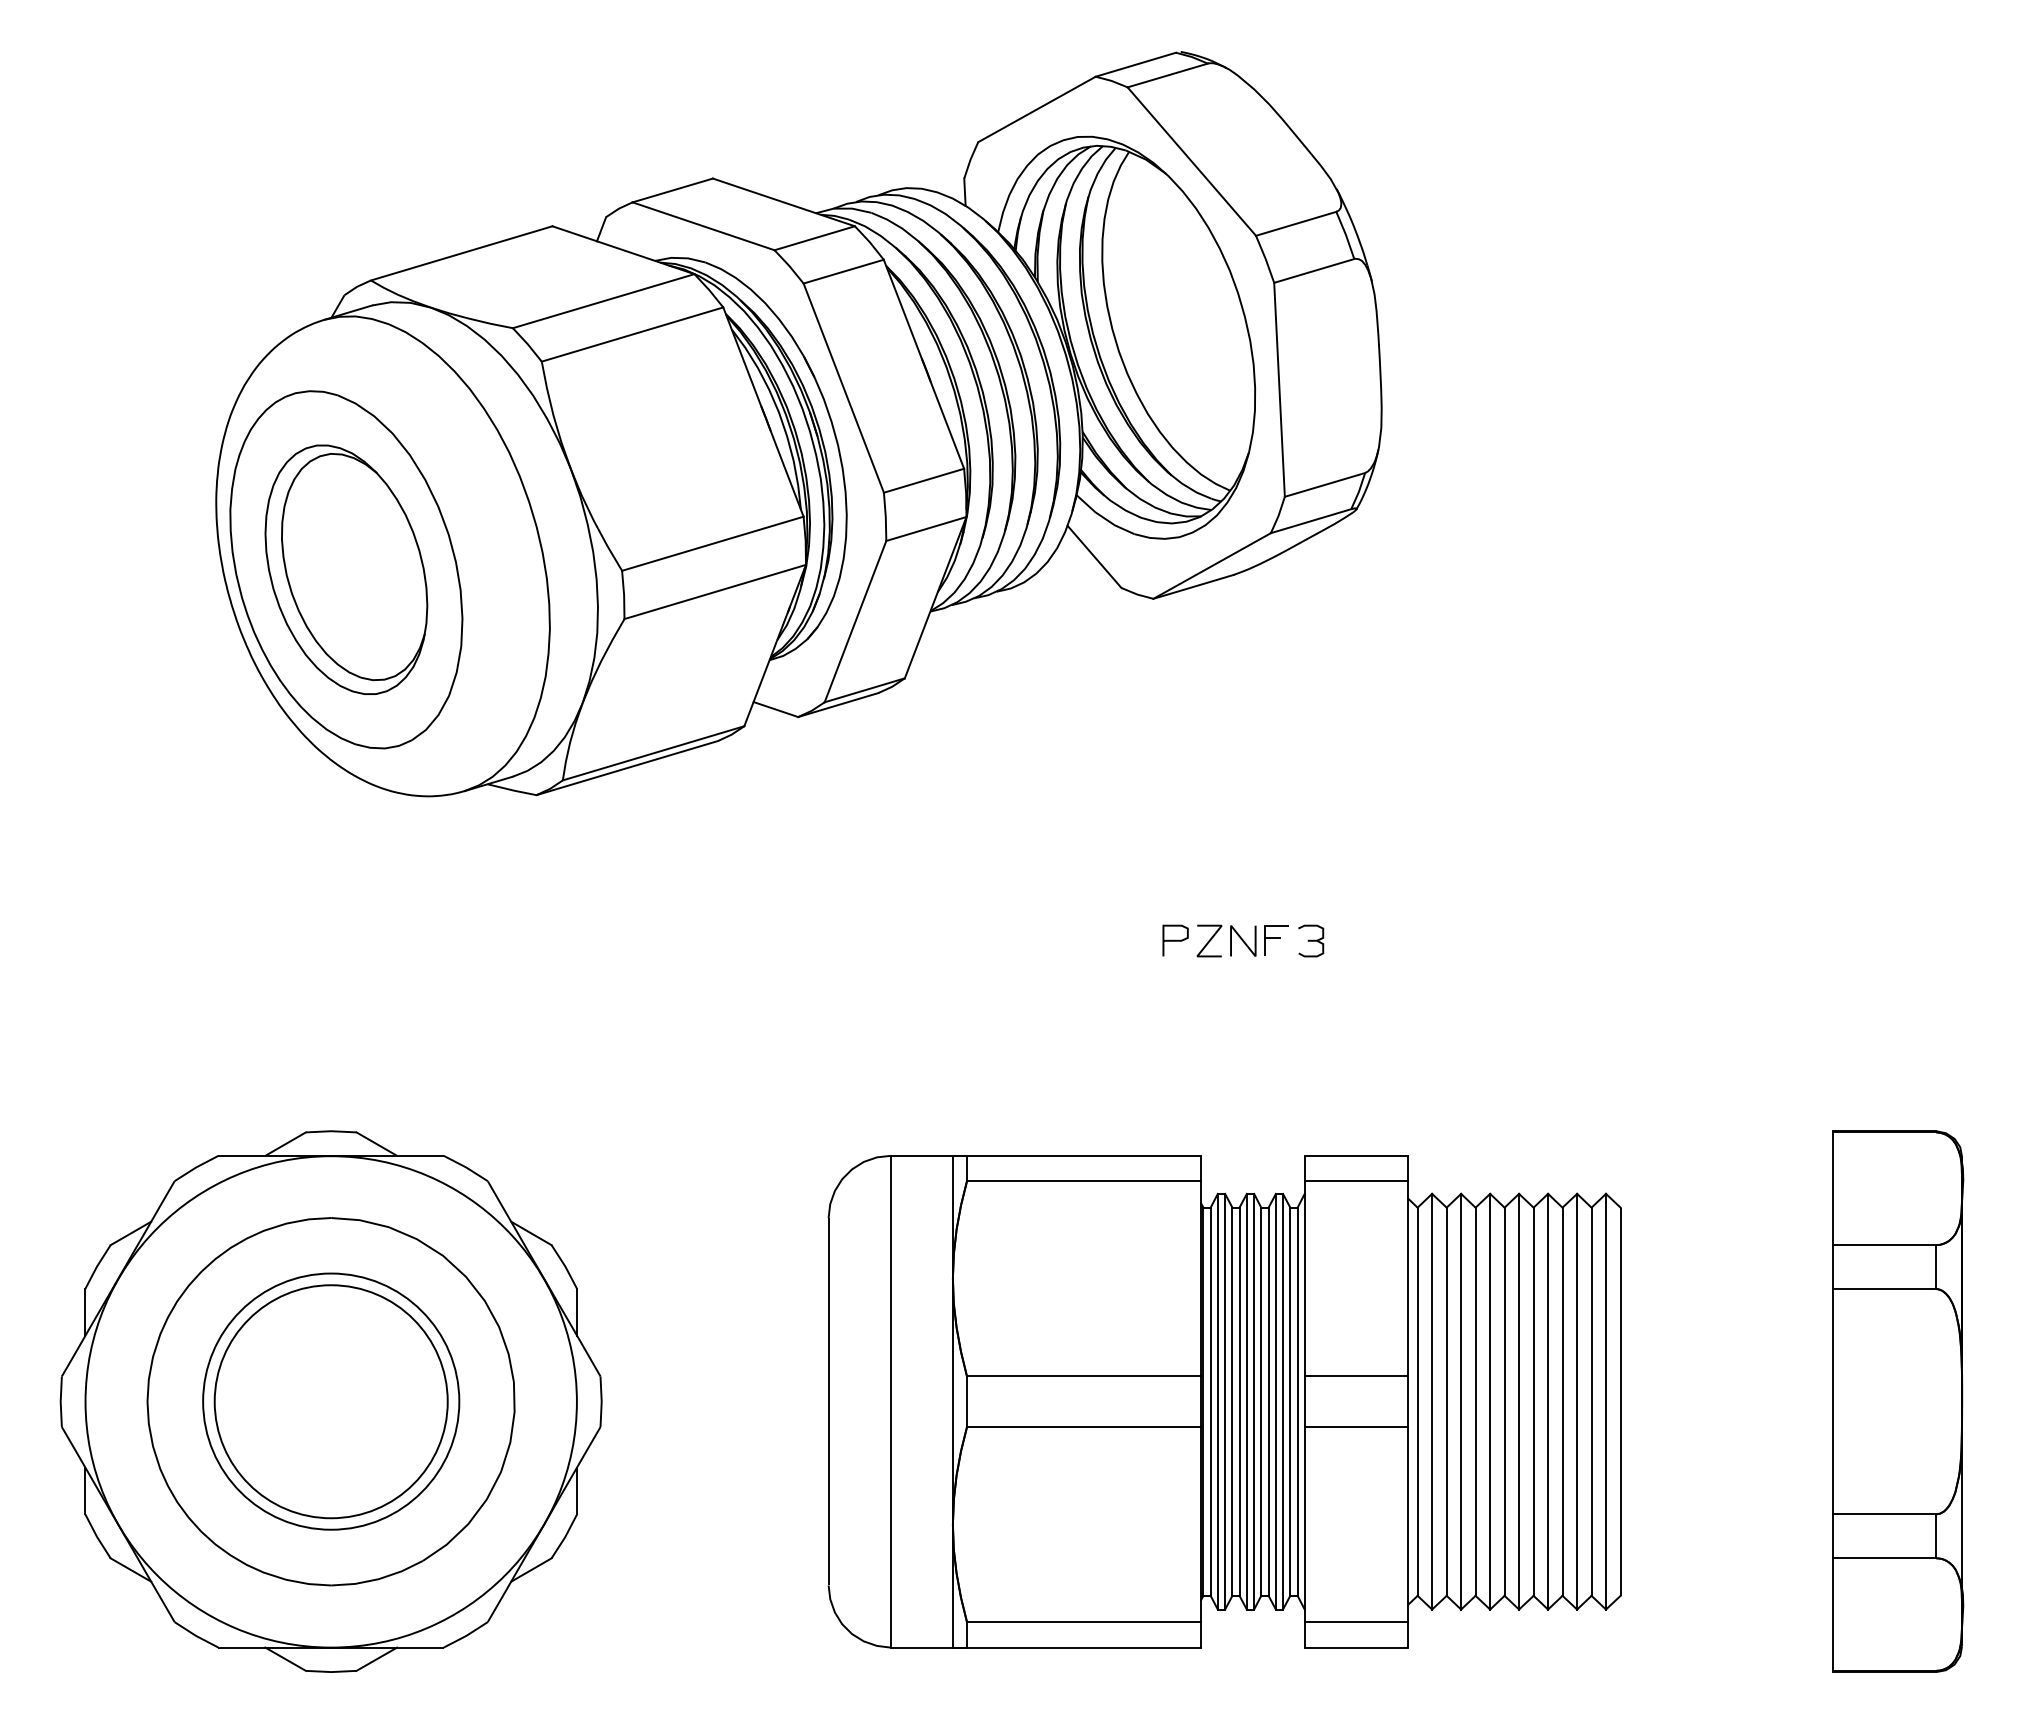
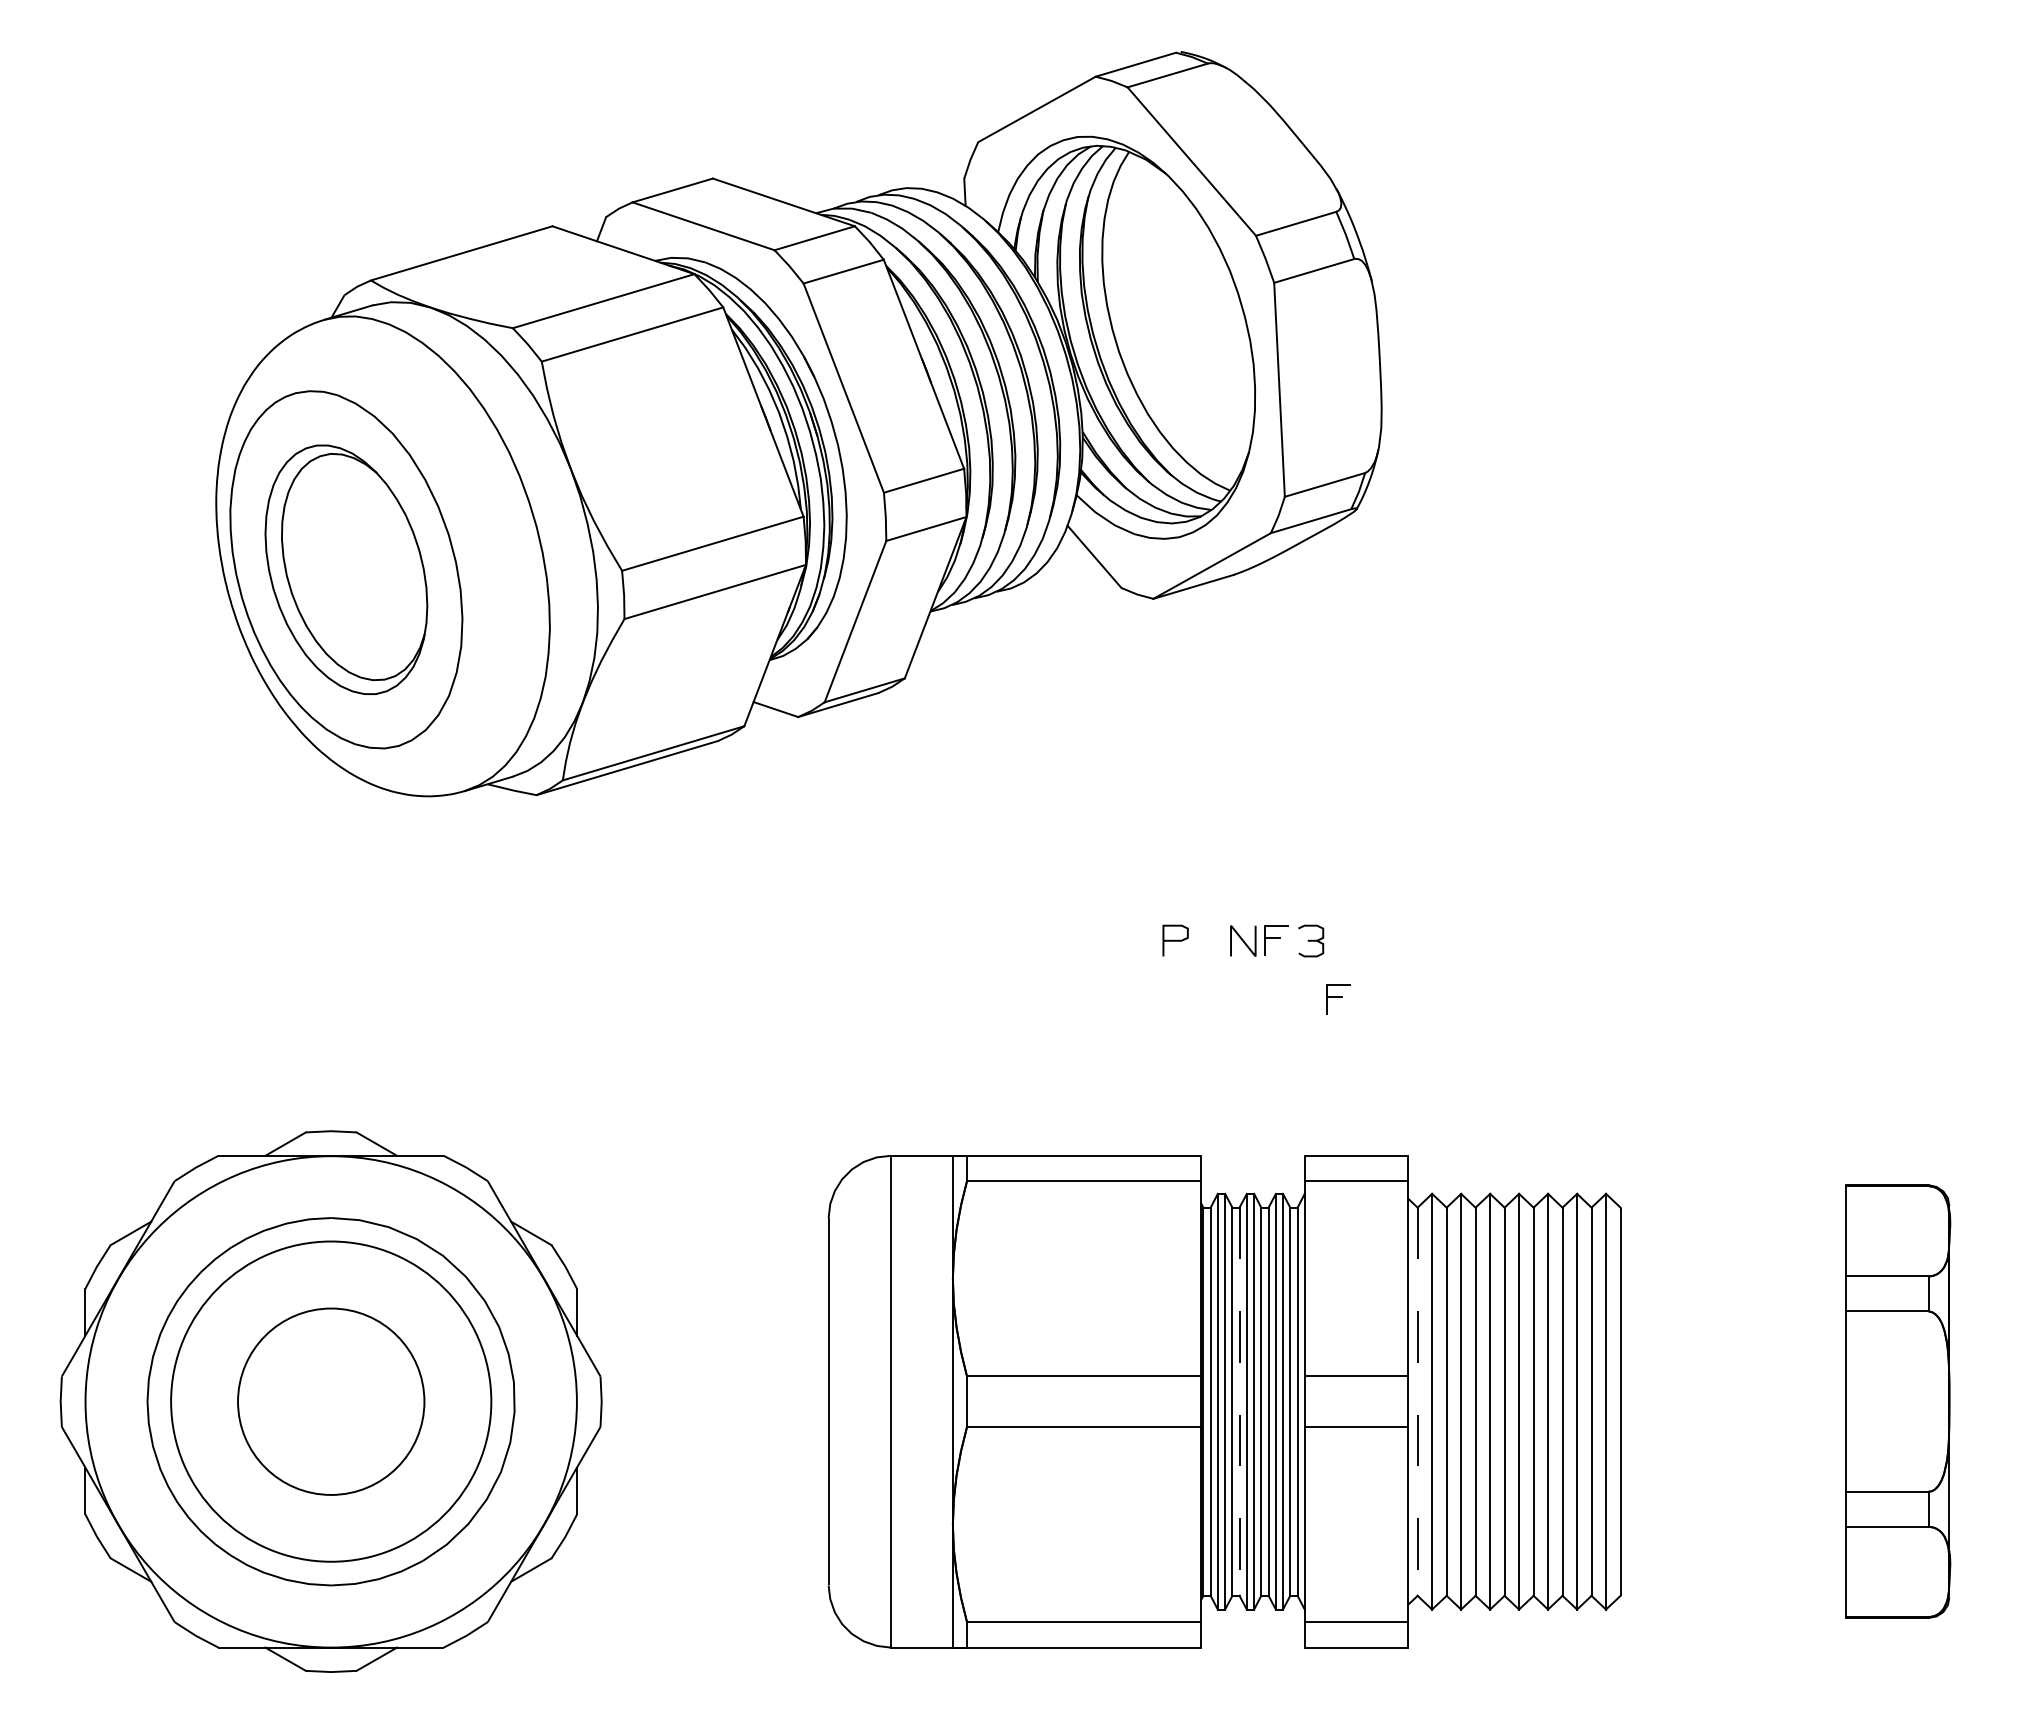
line at (1209, 940): present -> none
part at (1338, 999): none -> present
circle at (330, 1401) diameter: 233 px -> 186 px
circle at (331, 1401) diameter: 256 px -> 320 px
part at (1898, 1401) size: 133x543 px -> 107x435 px
line at (1239, 1402): solid -> dashed
line at (1417, 1402): solid -> dashed
